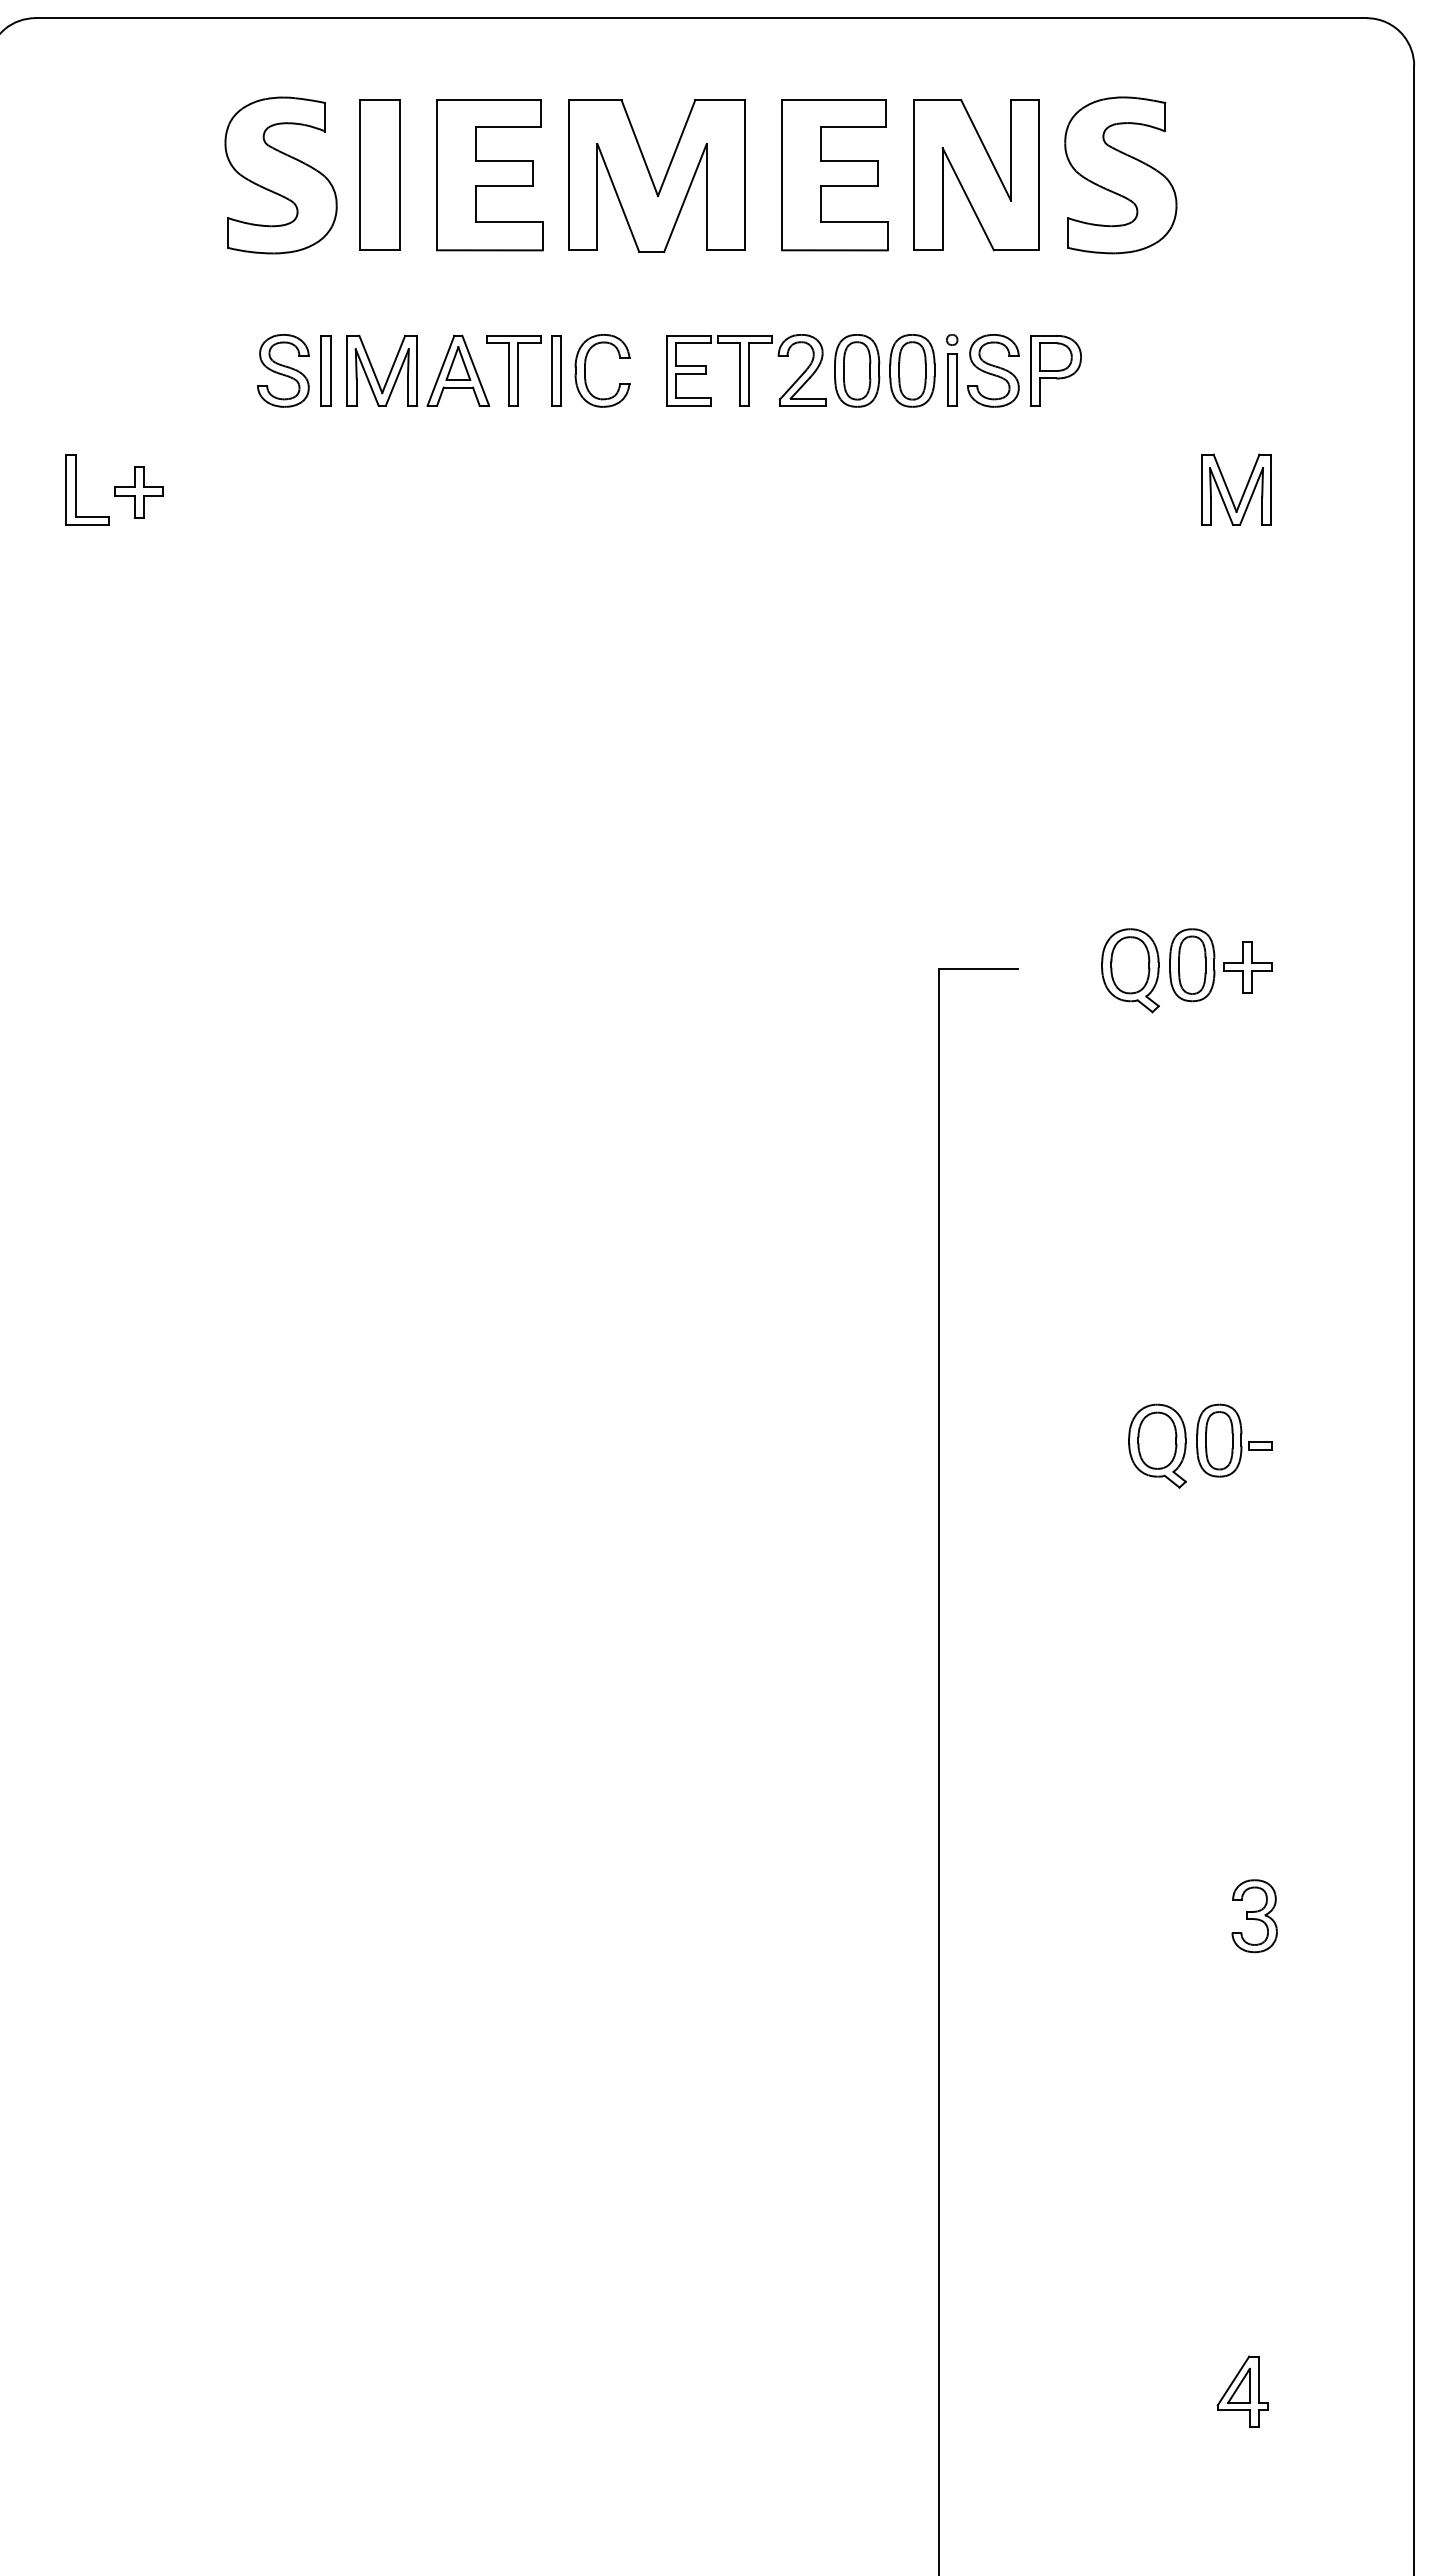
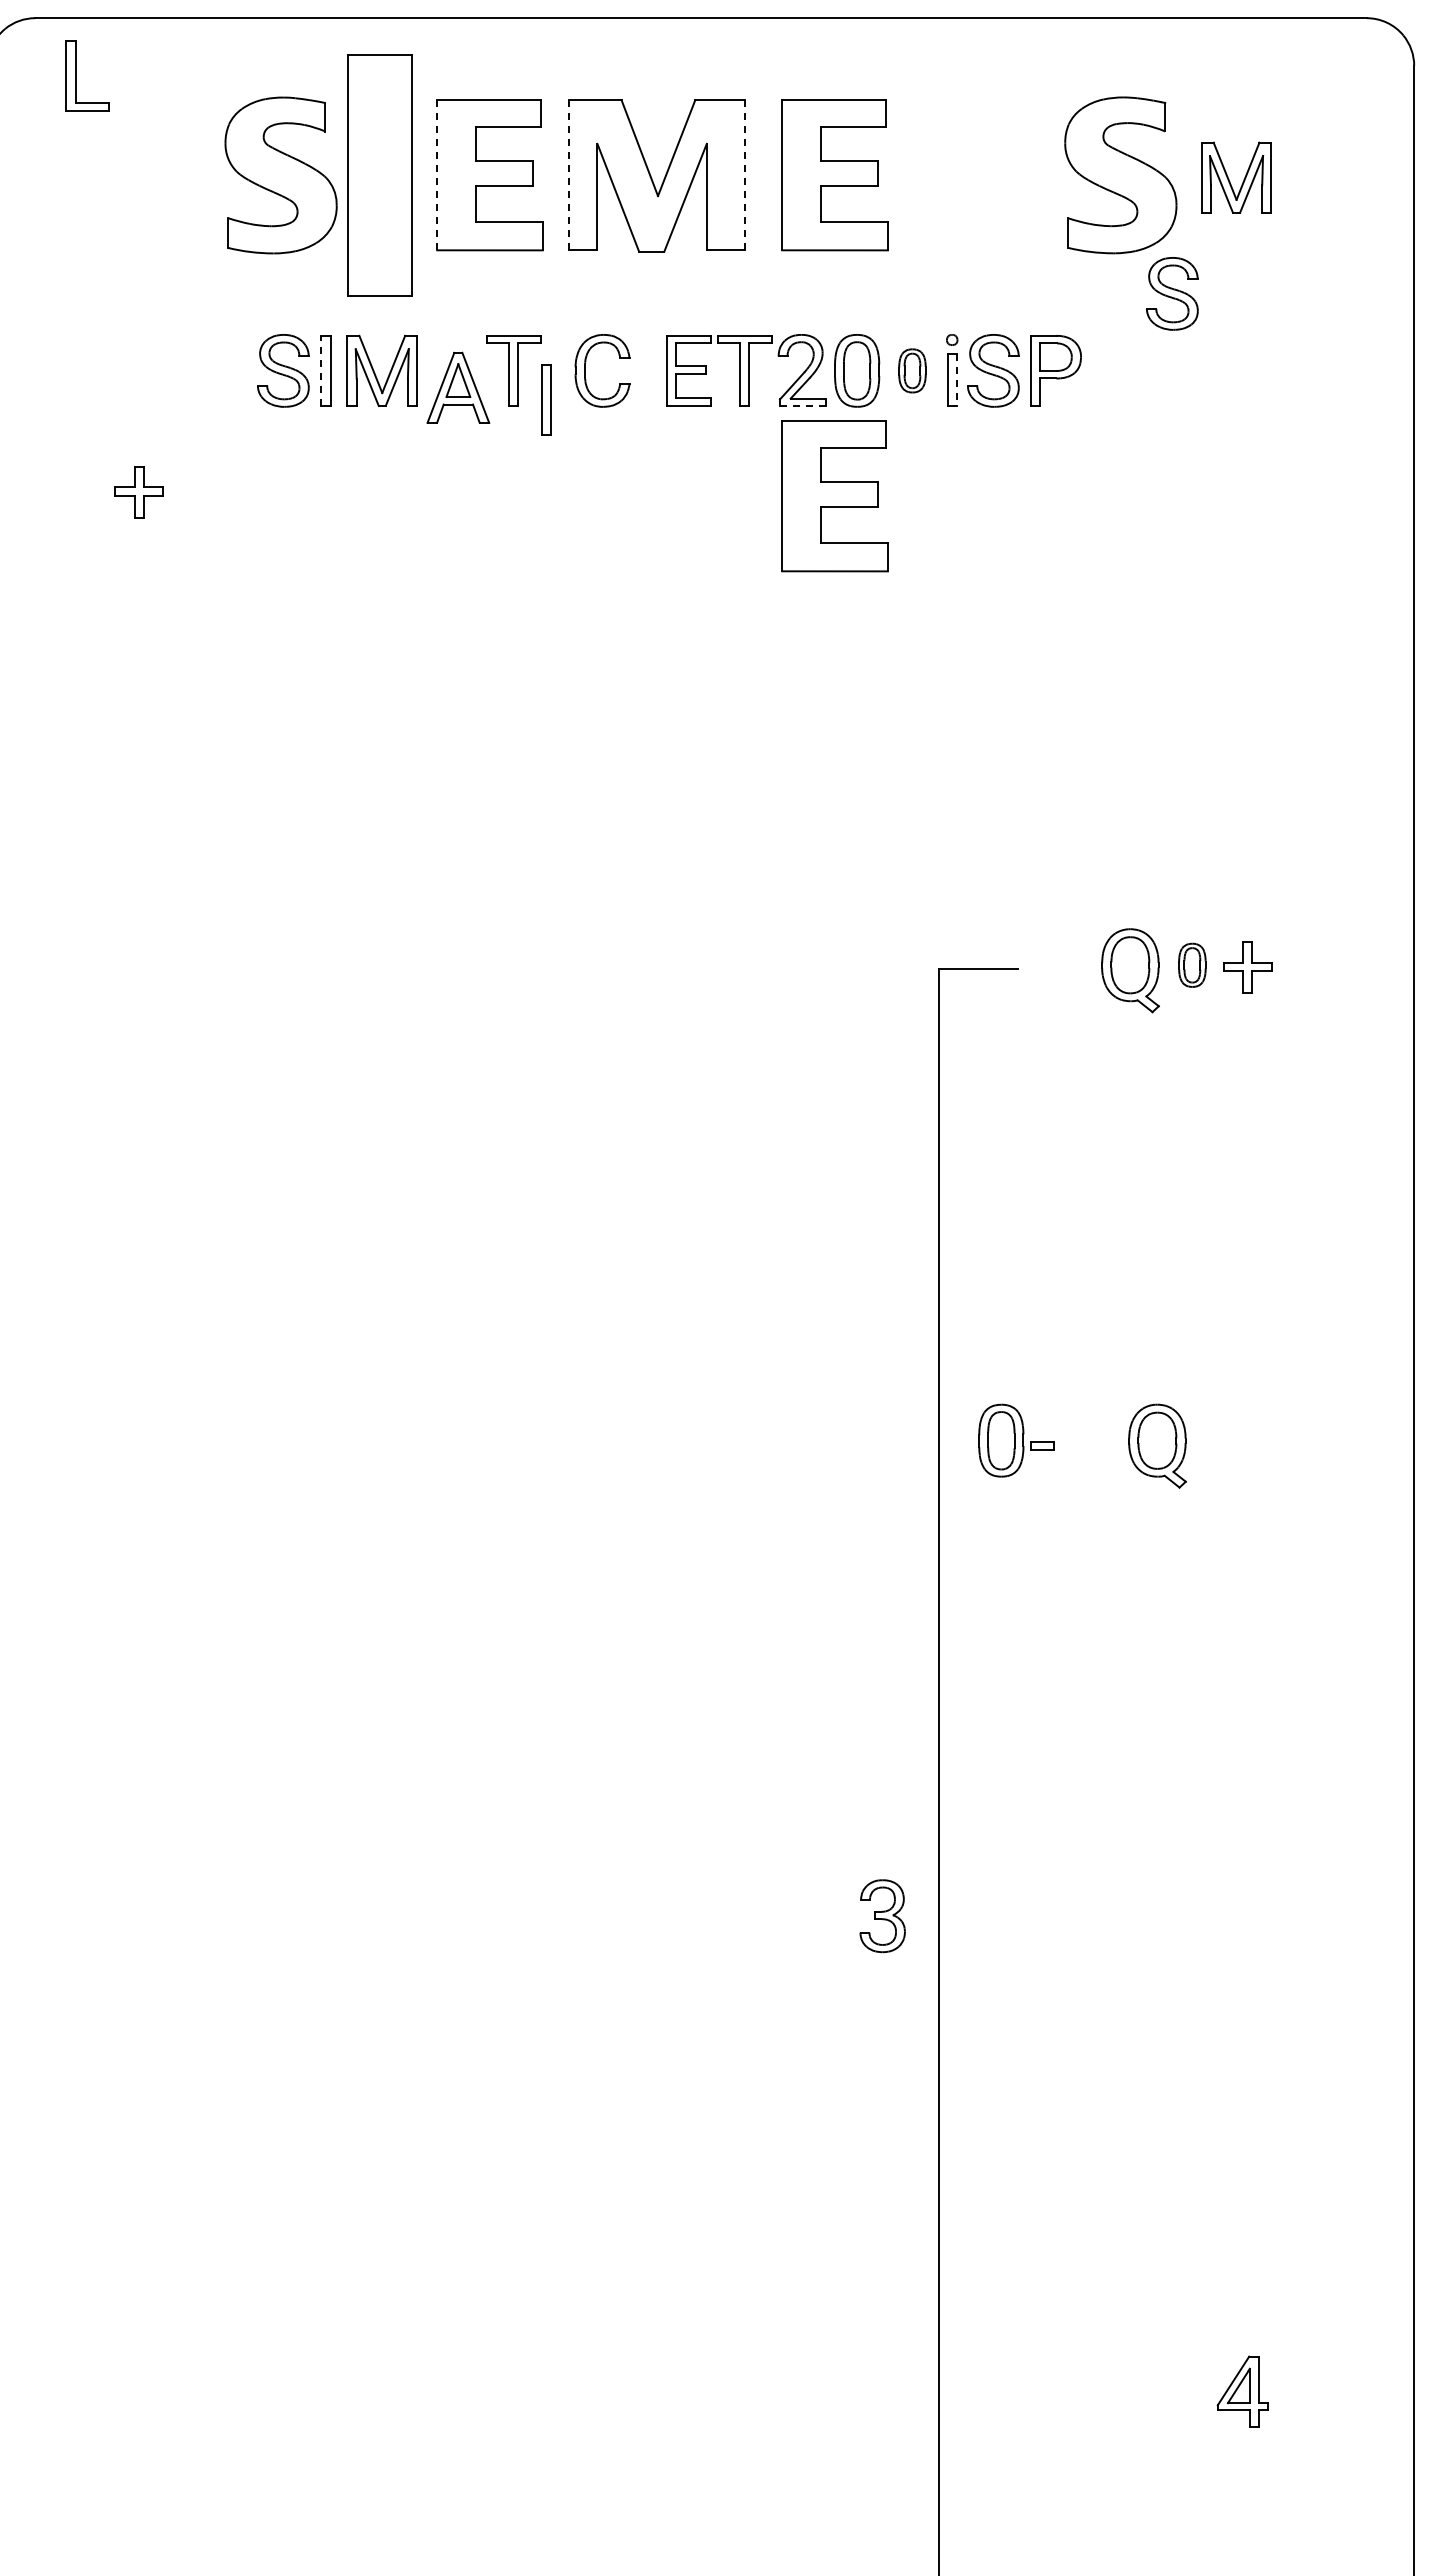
part at (379, 174) size: 42x152 px -> 66x243 px
line at (437, 174): solid -> dashed
line at (569, 174): solid -> dashed
line at (745, 175): solid -> dashed
part at (976, 175): present -> none
part at (1172, 293): none -> present
line at (321, 370): solid -> dashed
part at (458, 370) position: (458, 370) -> (458, 387)
part at (556, 370) position: (556, 370) -> (546, 399)
part at (912, 370) size: 47x74 px -> 29x46 px
line at (956, 380): solid -> dashed
line at (802, 405): solid -> dashed
part at (76, 489) position: (76, 489) -> (76, 75)
part at (1230, 493) position: (1230, 493) -> (1230, 181)
part at (834, 496): none -> present
part at (1192, 965) size: 47x75 px -> 29x46 px
part at (1234, 1440) position: (1234, 1440) -> (1016, 1440)
part at (1254, 1916) position: (1254, 1916) -> (882, 1916)
